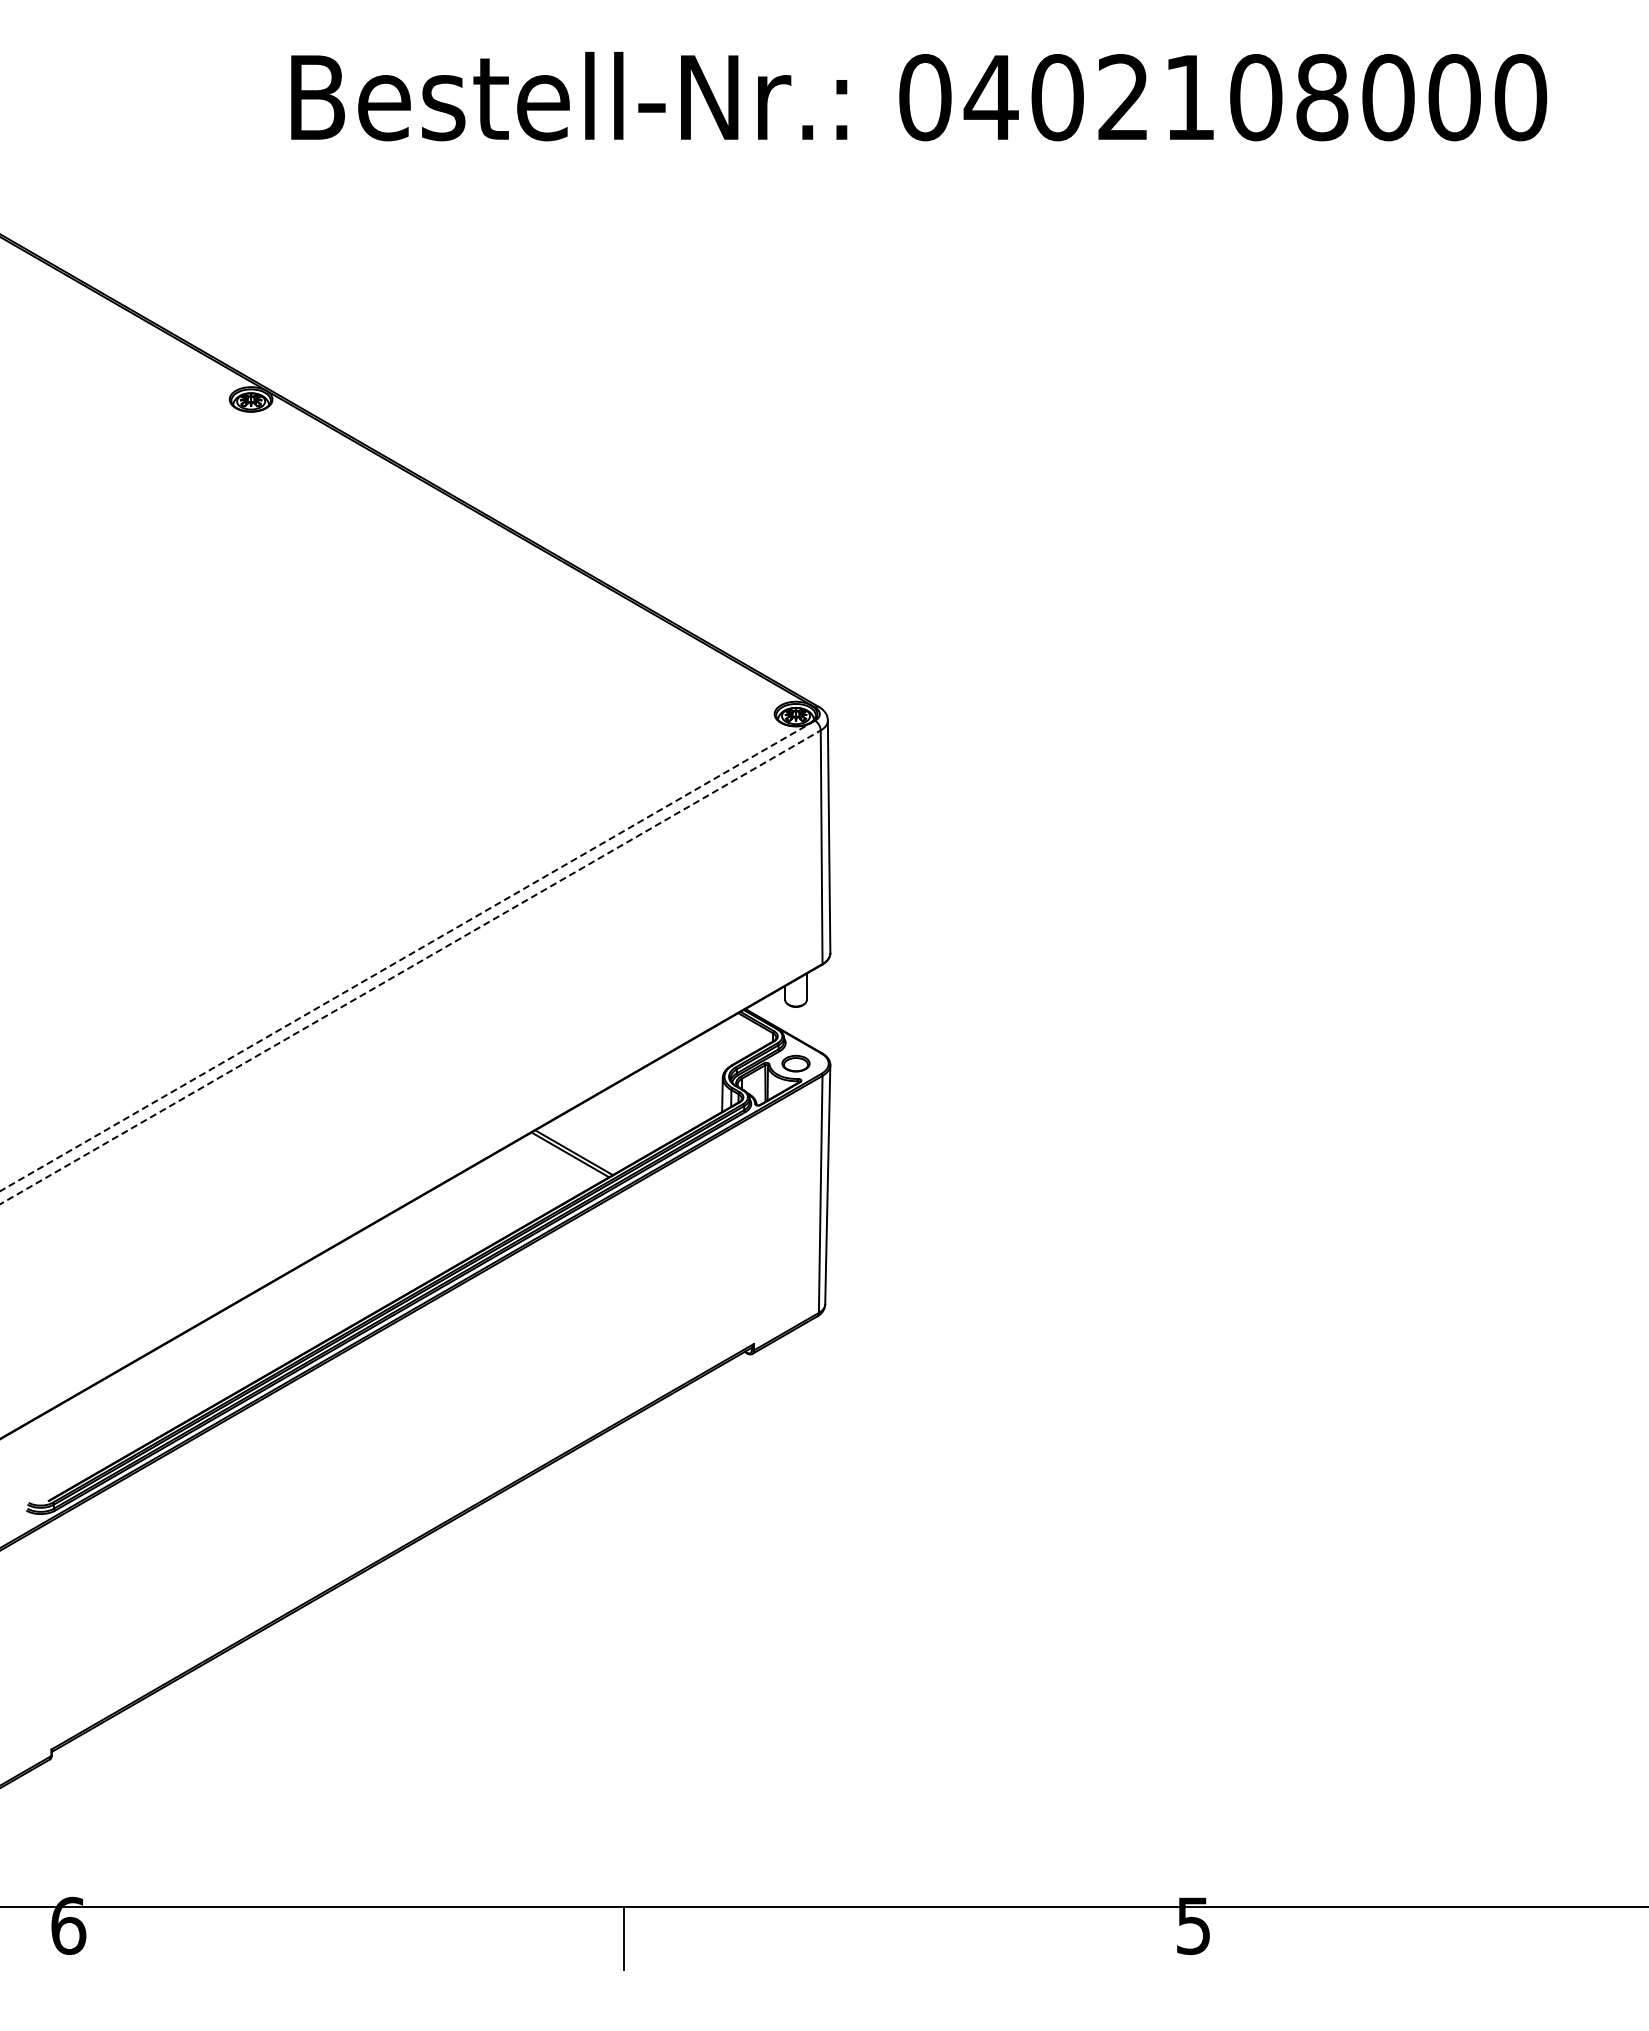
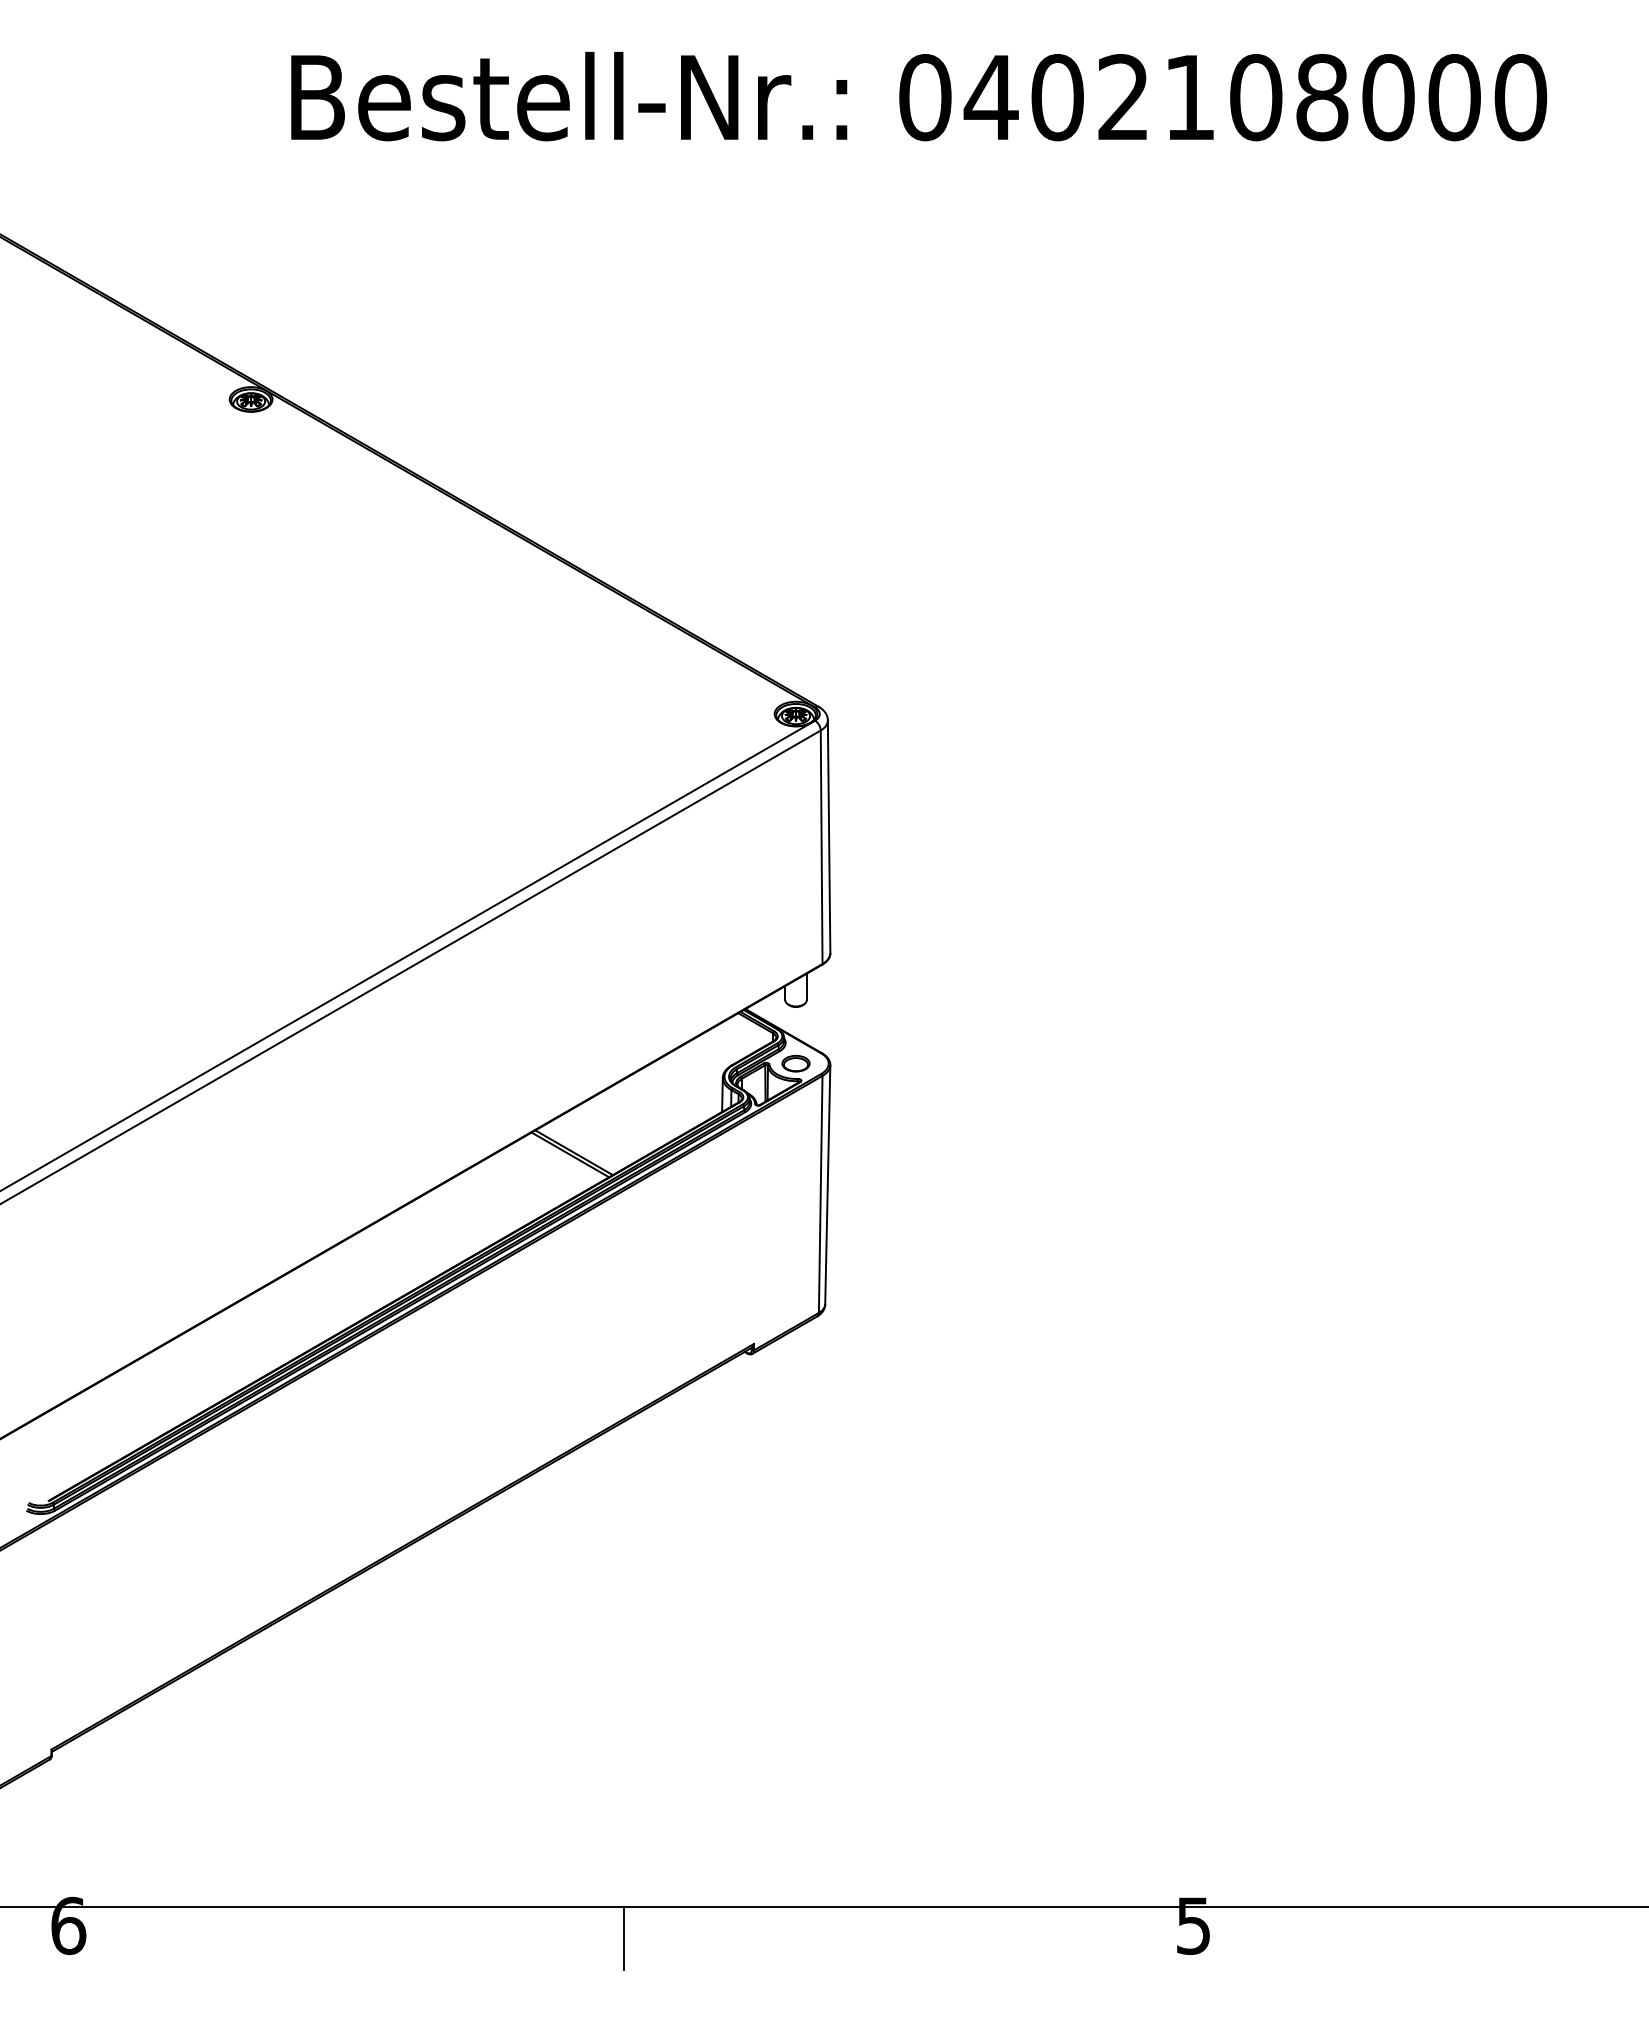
line at (407, 956): dashed -> solid
line at (410, 967): dashed -> solid
